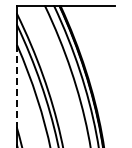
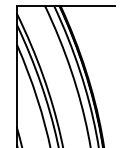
line at (17, 86): dashed -> solid
